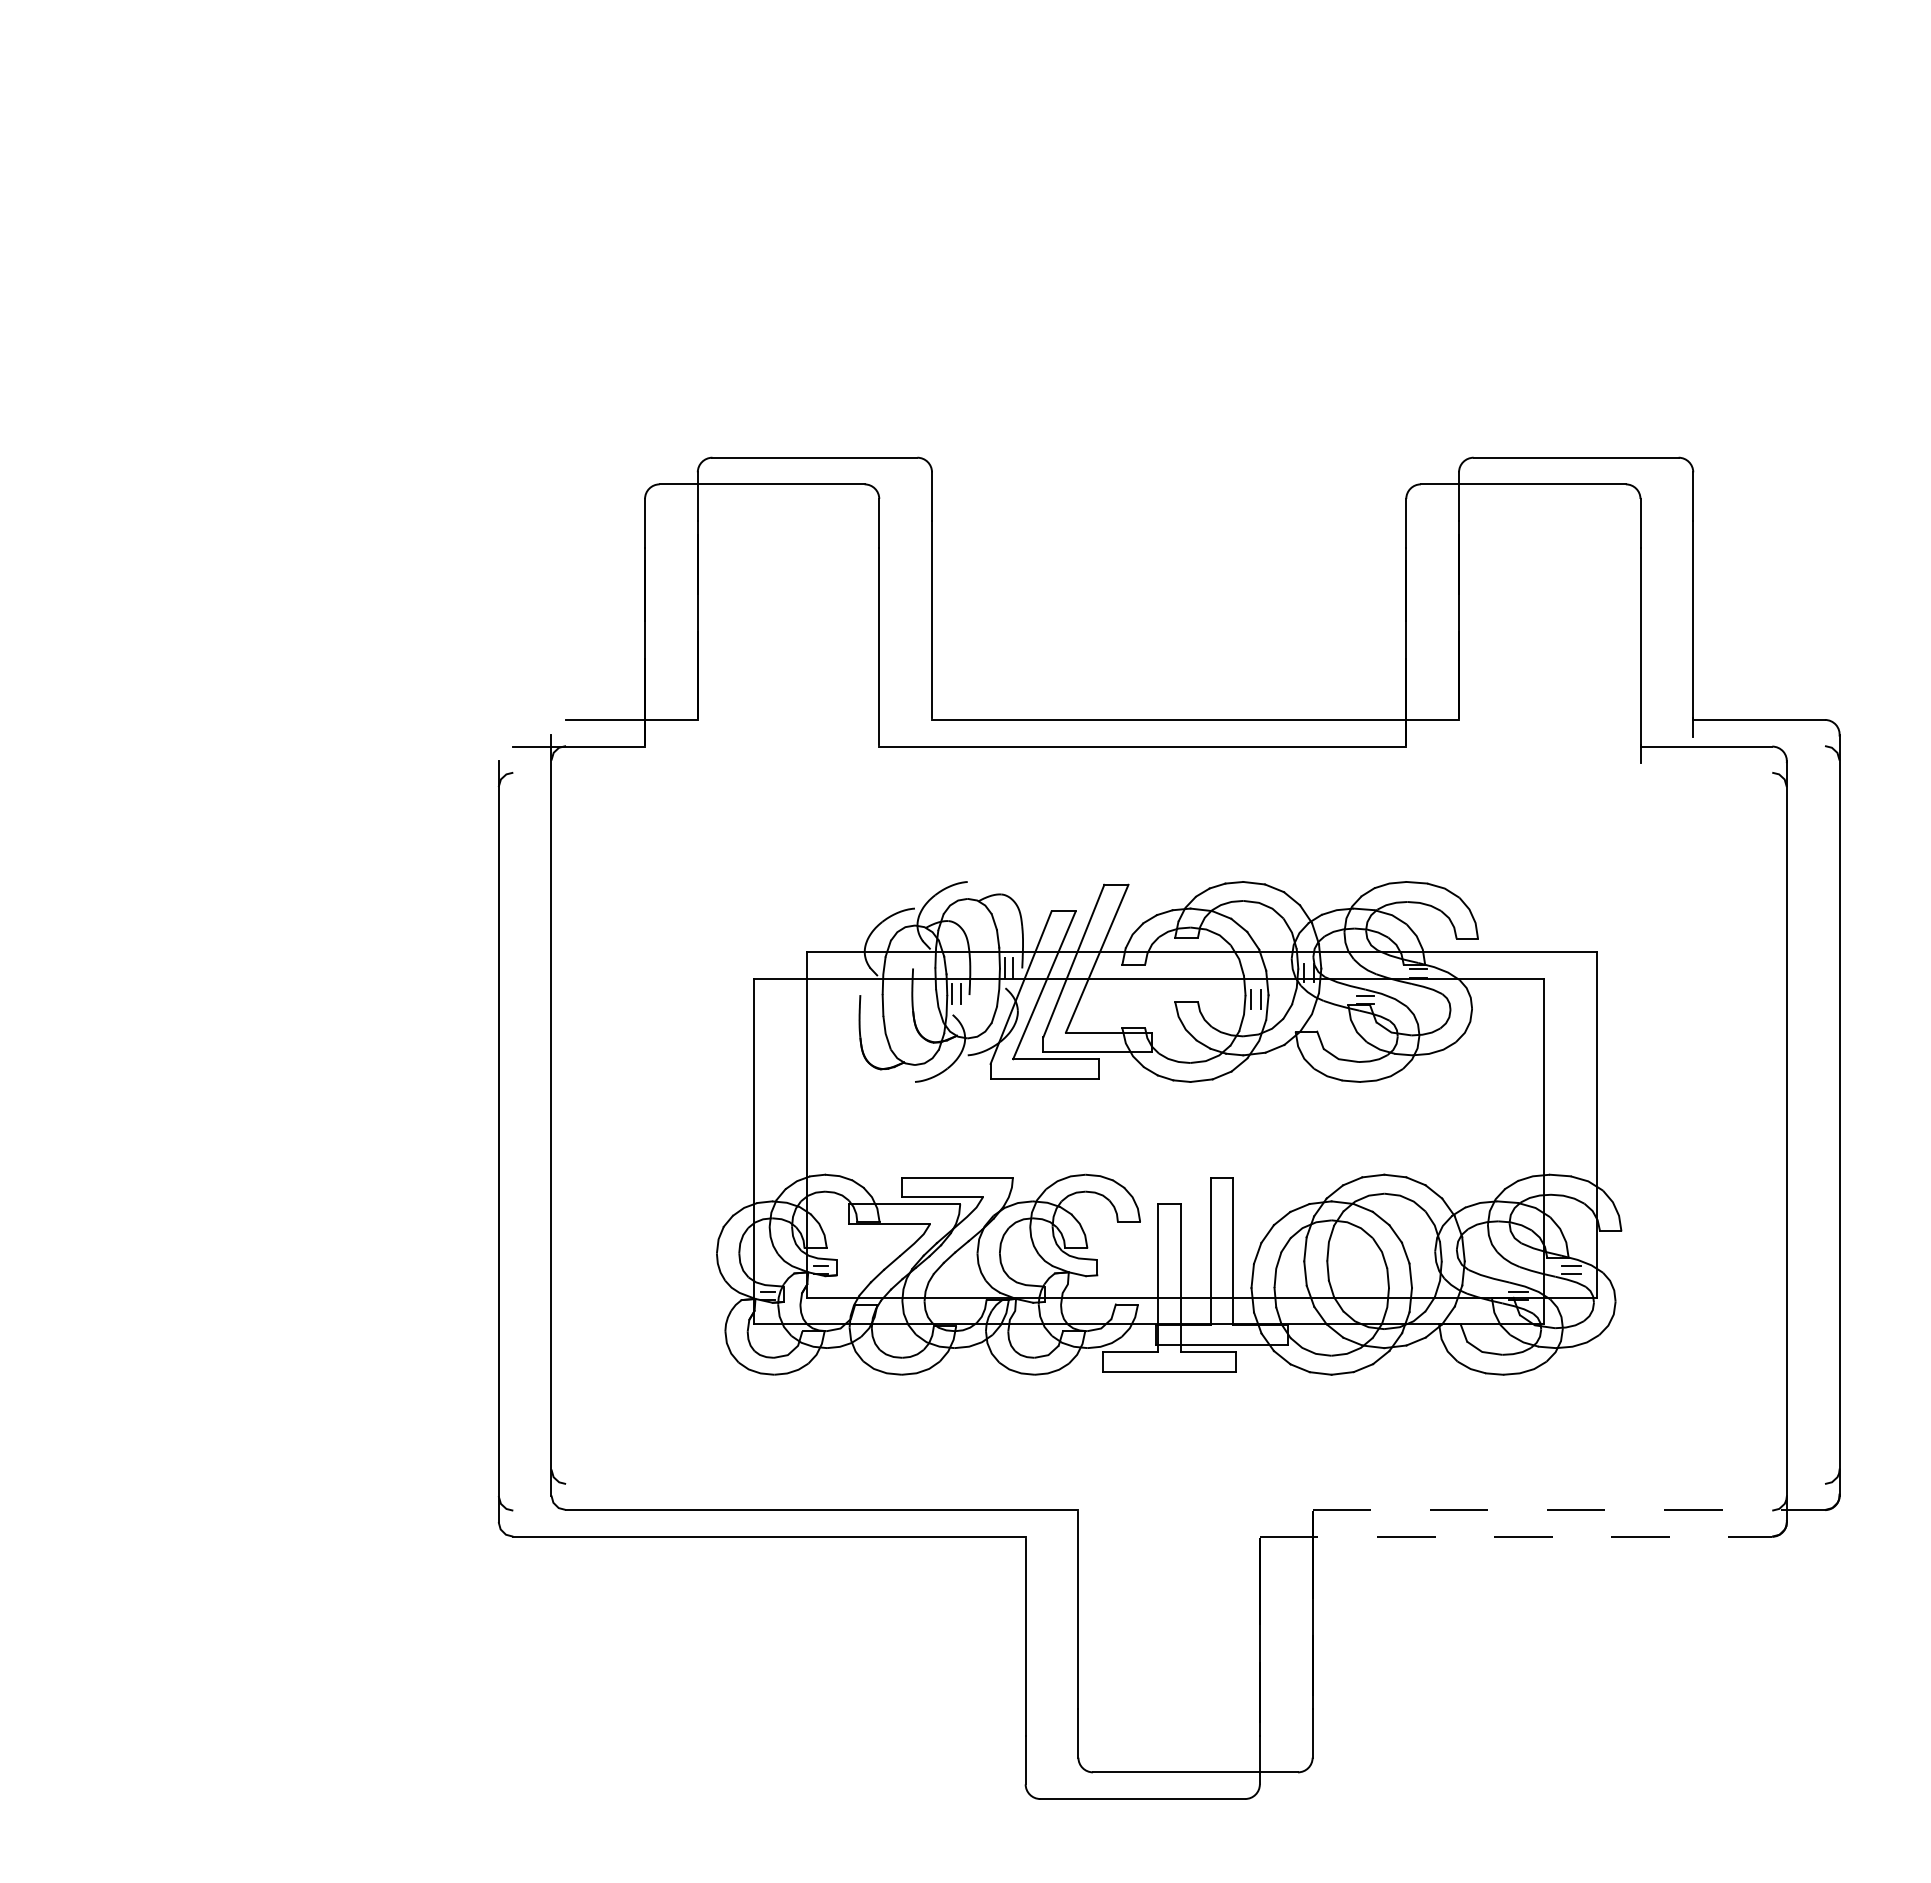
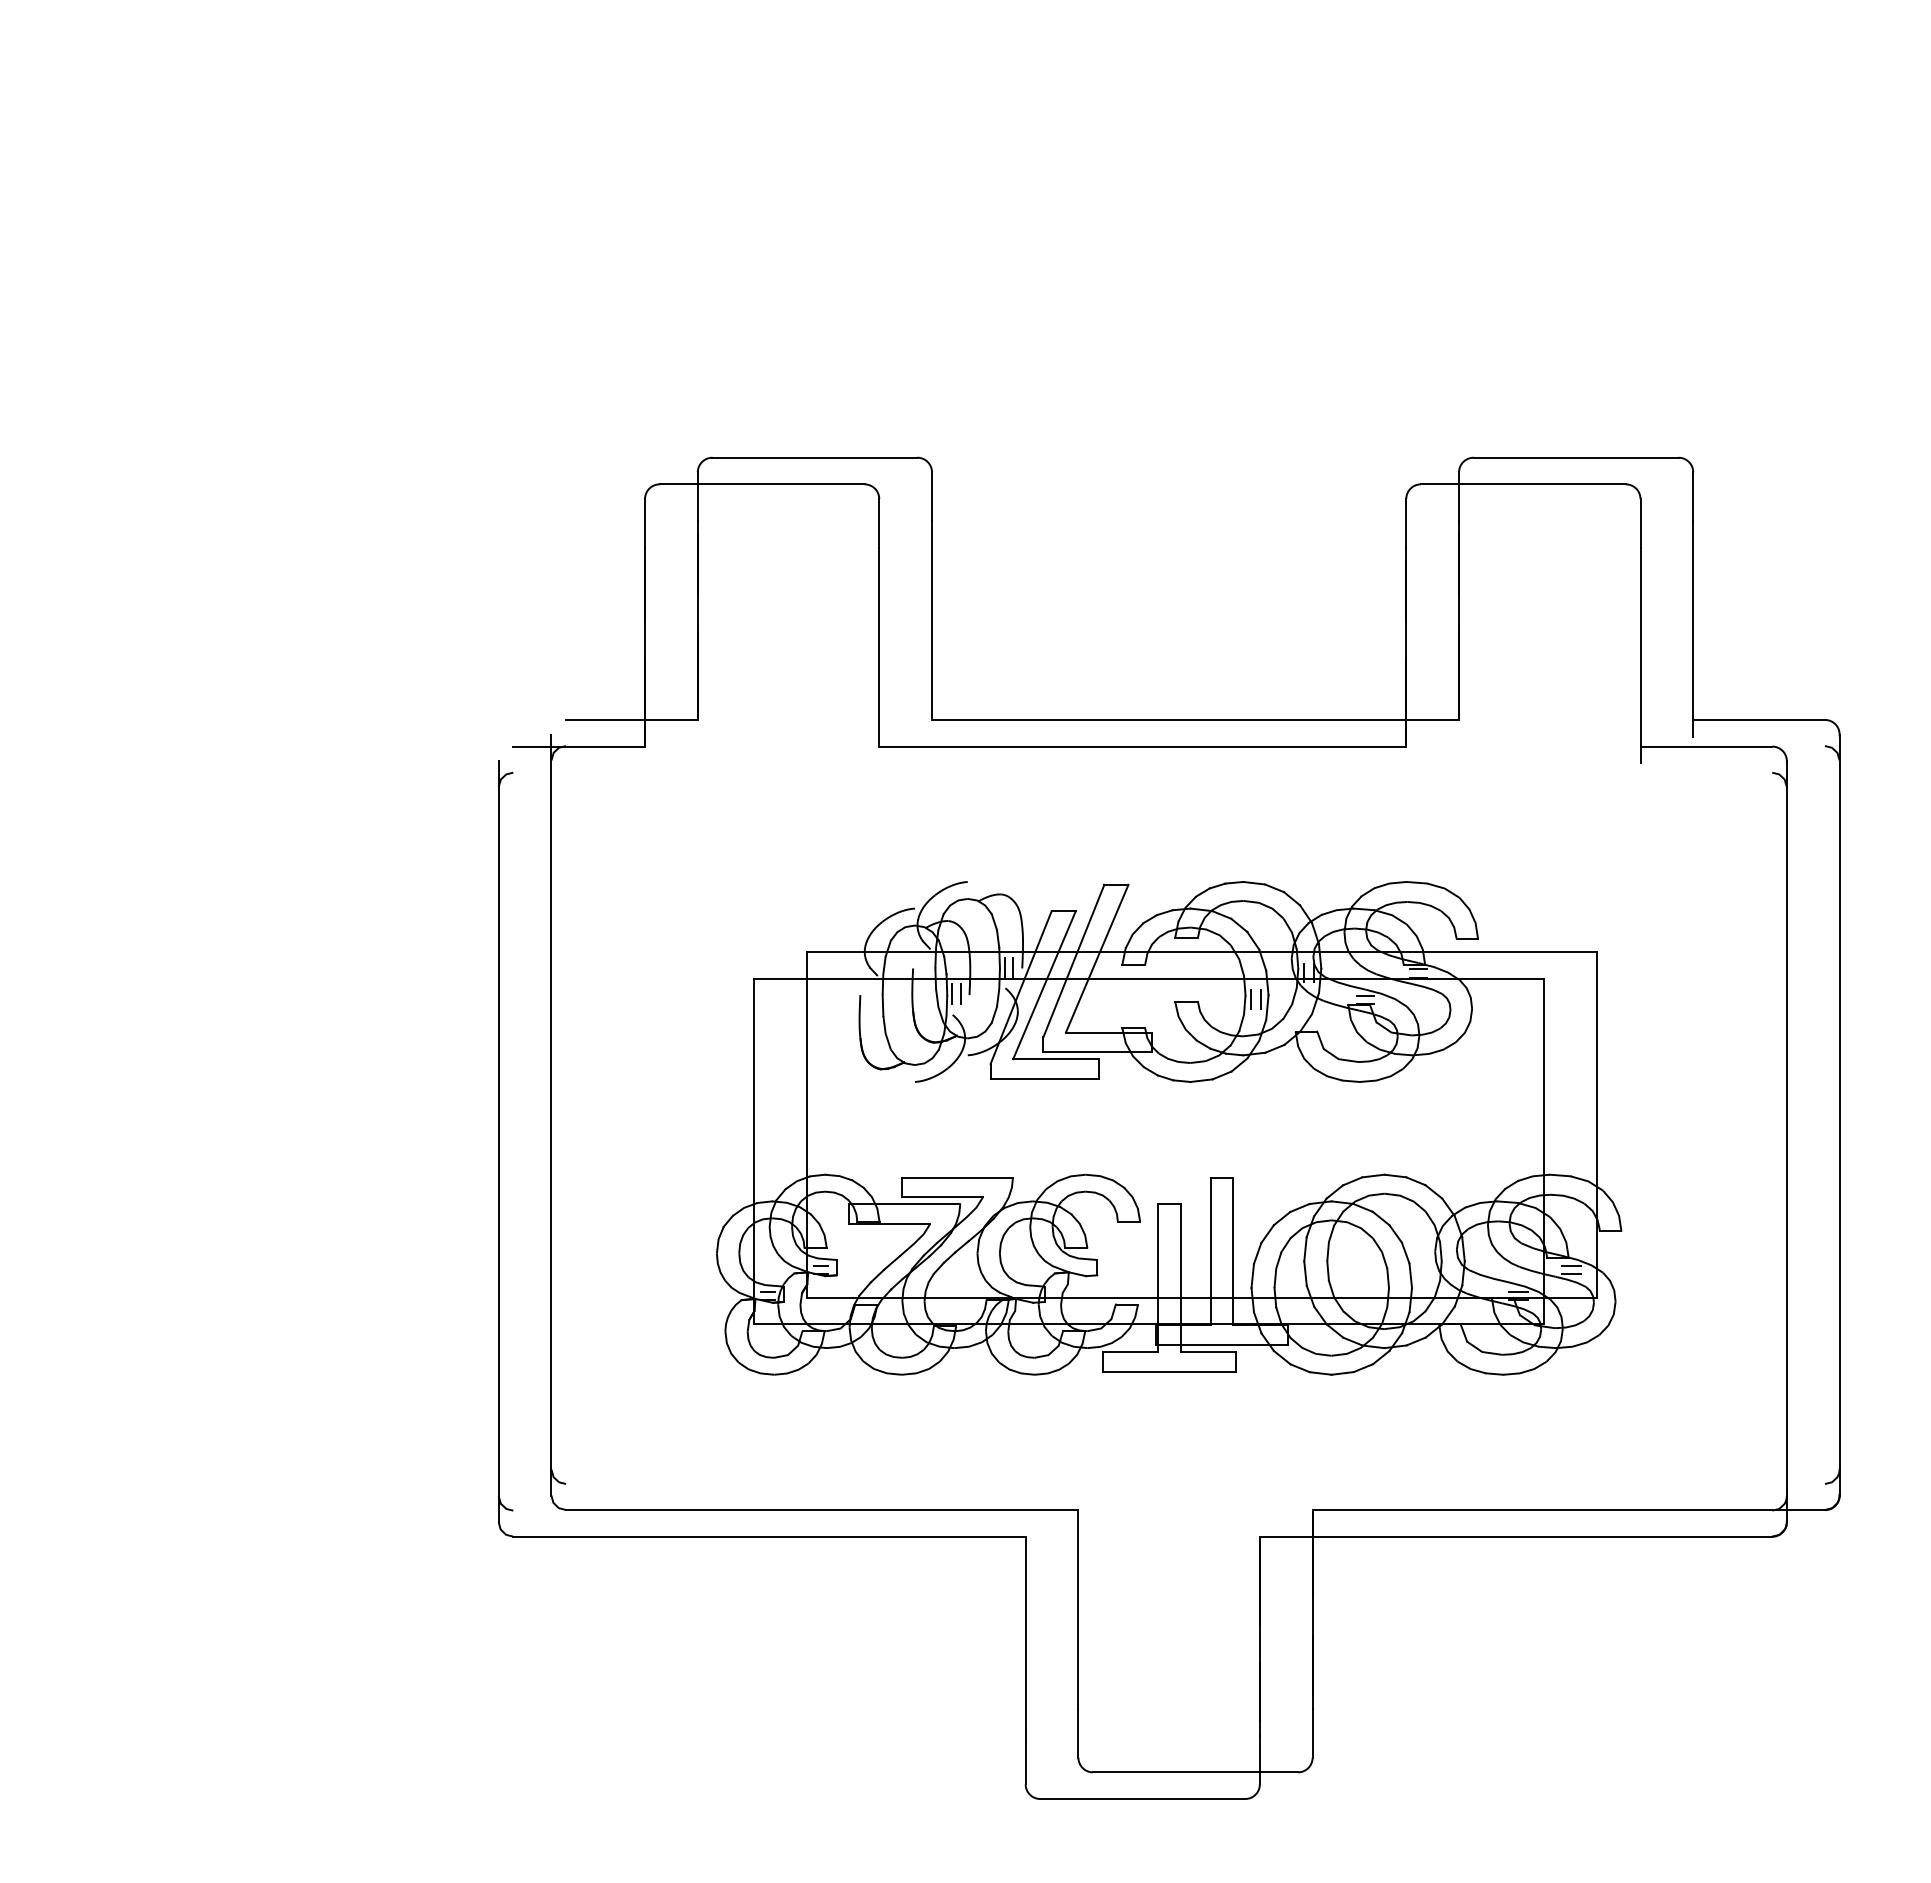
line at (1569, 1510): dashed -> solid
line at (1516, 1536): dashed -> solid
